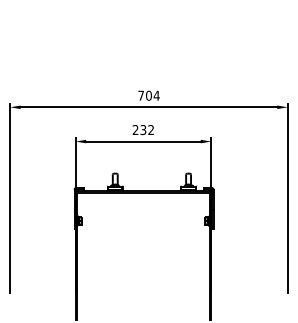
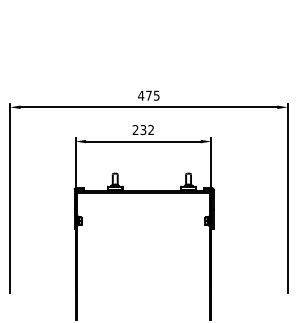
text at (148, 95): 704 -> 475
